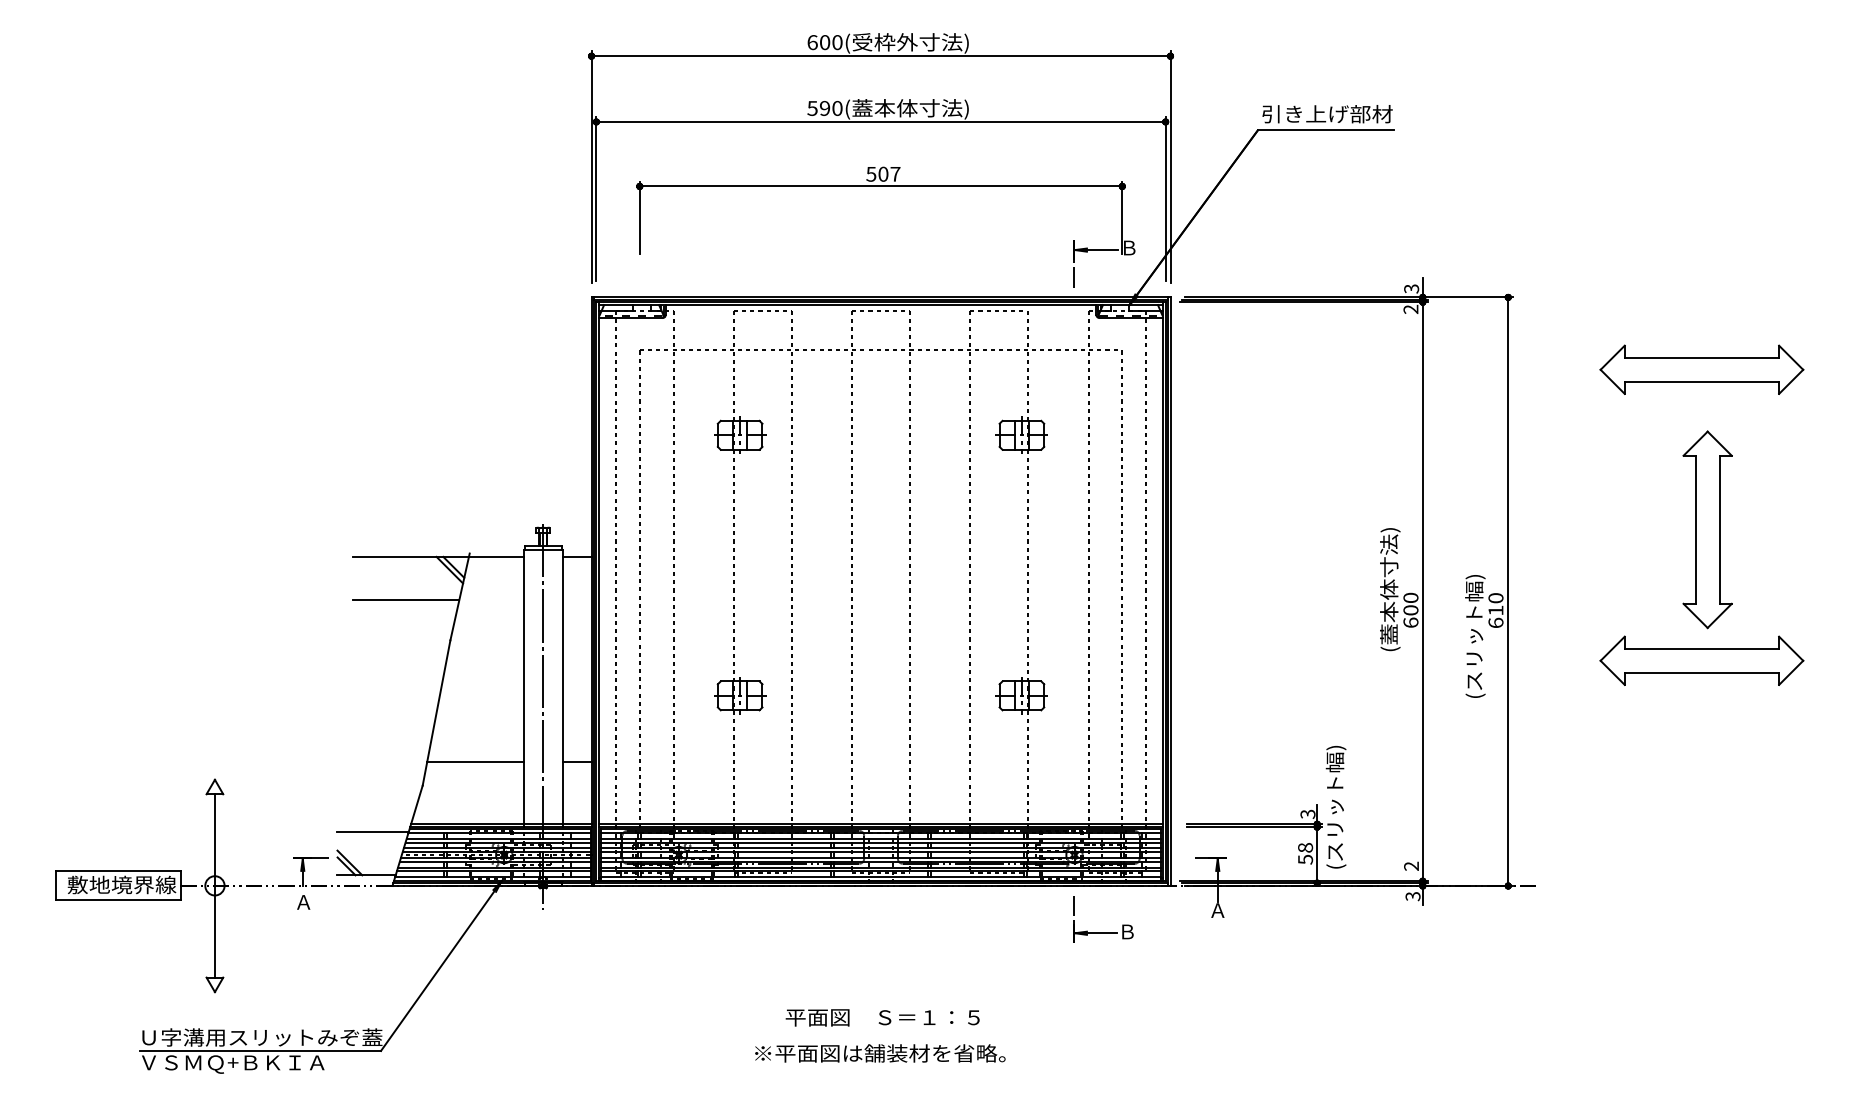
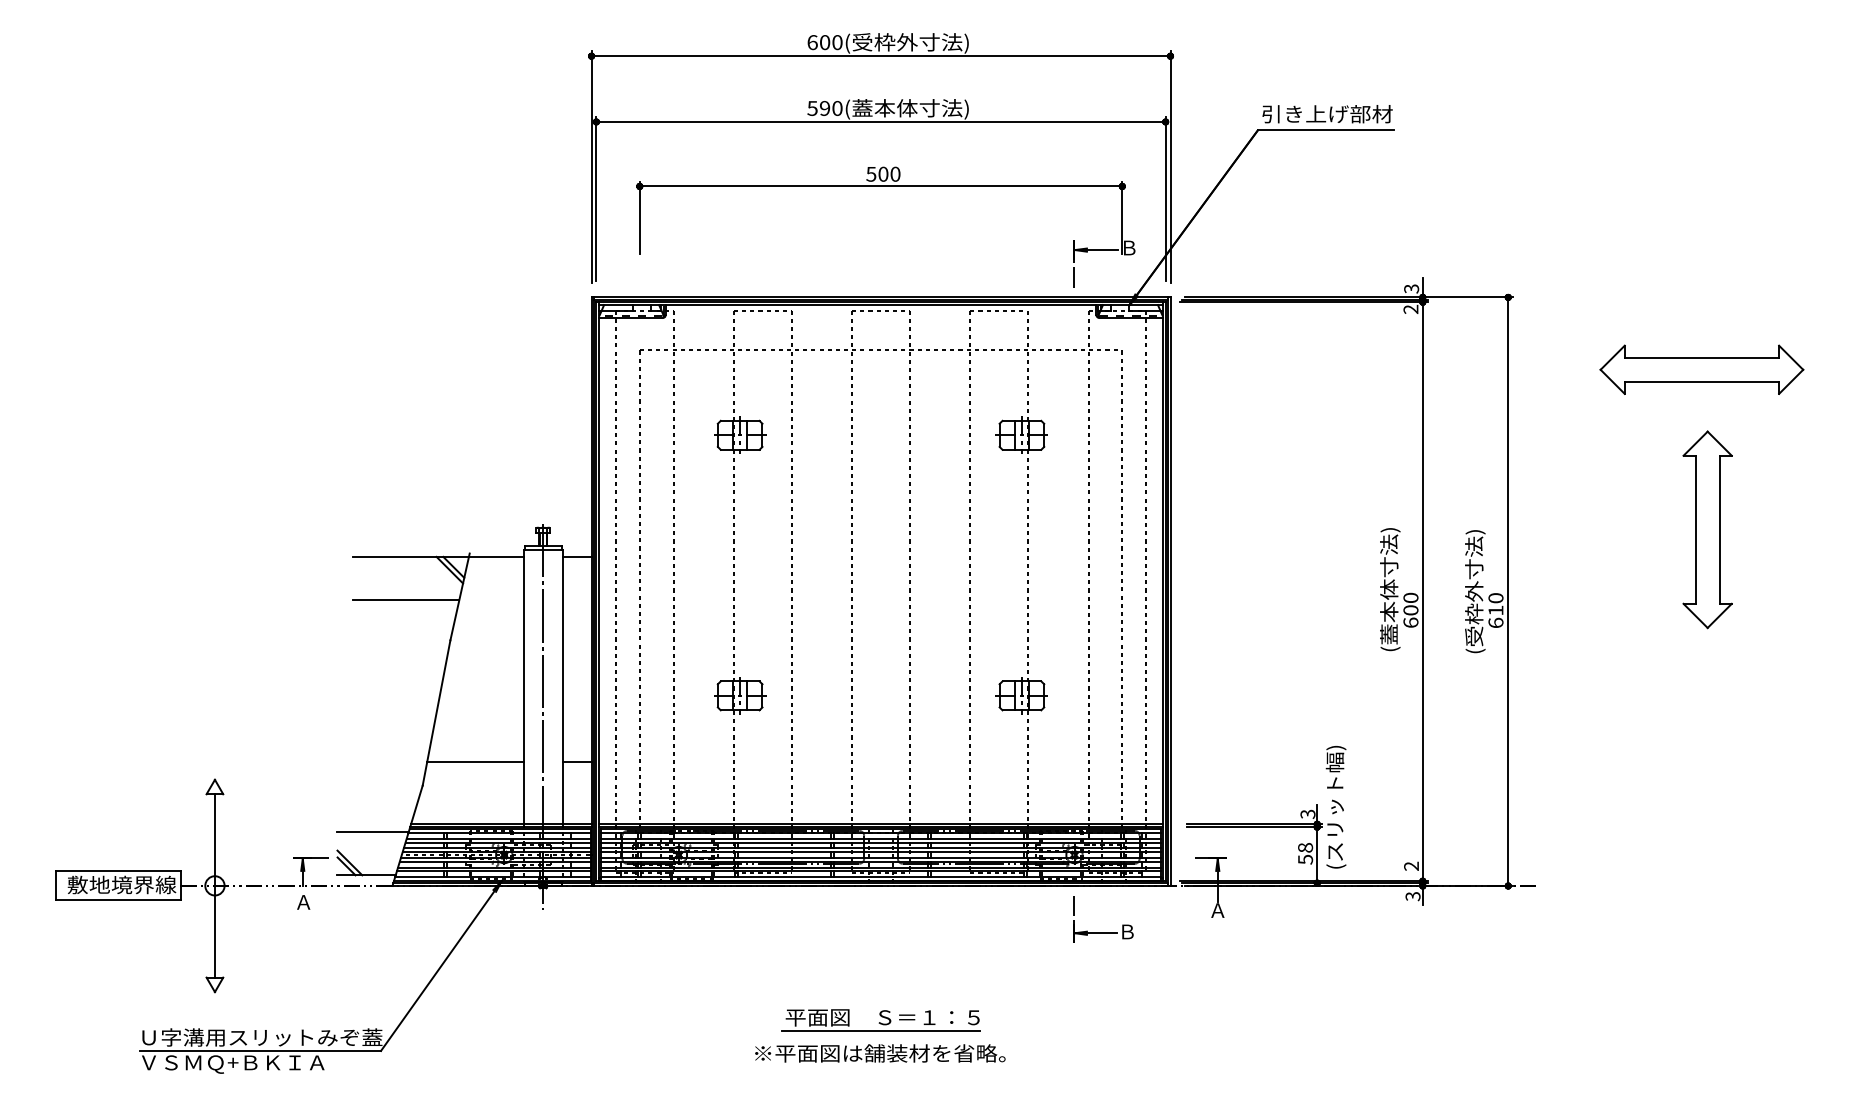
text at (895, 173): 507 -> 500
text at (1475, 613): (スリット幅) -> (受枠外寸法)
part at (1701, 660): present -> none
line at (880, 1030): none -> present
